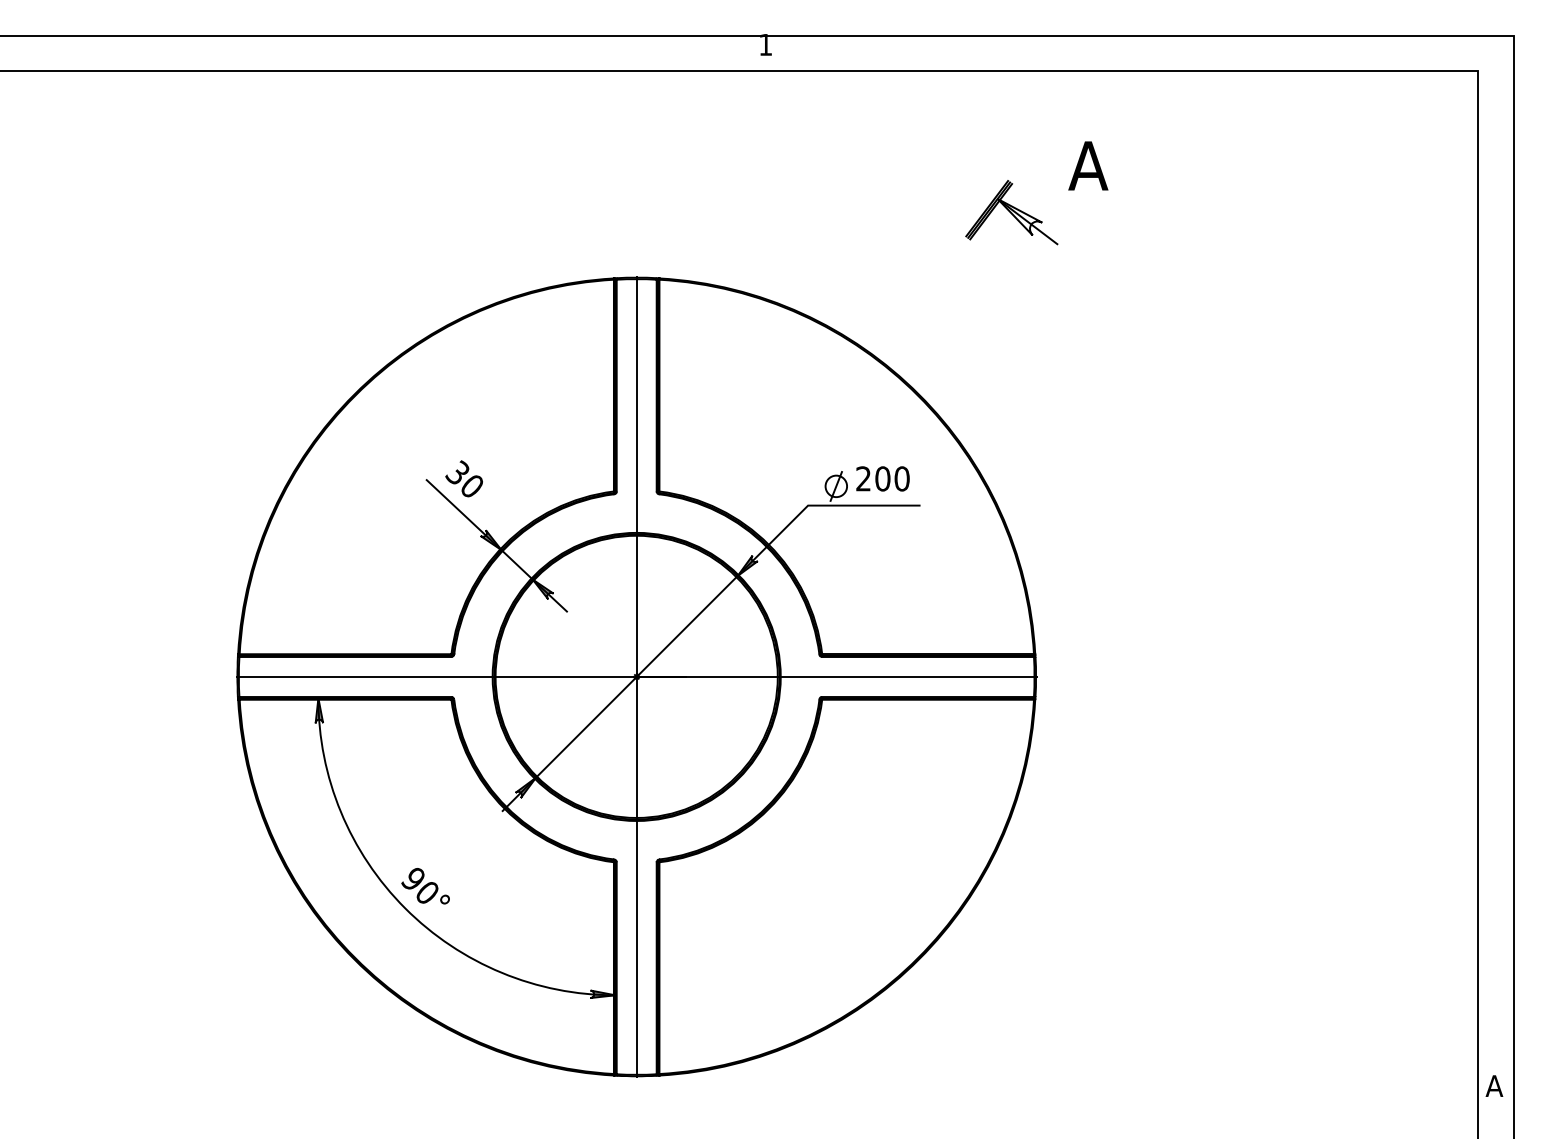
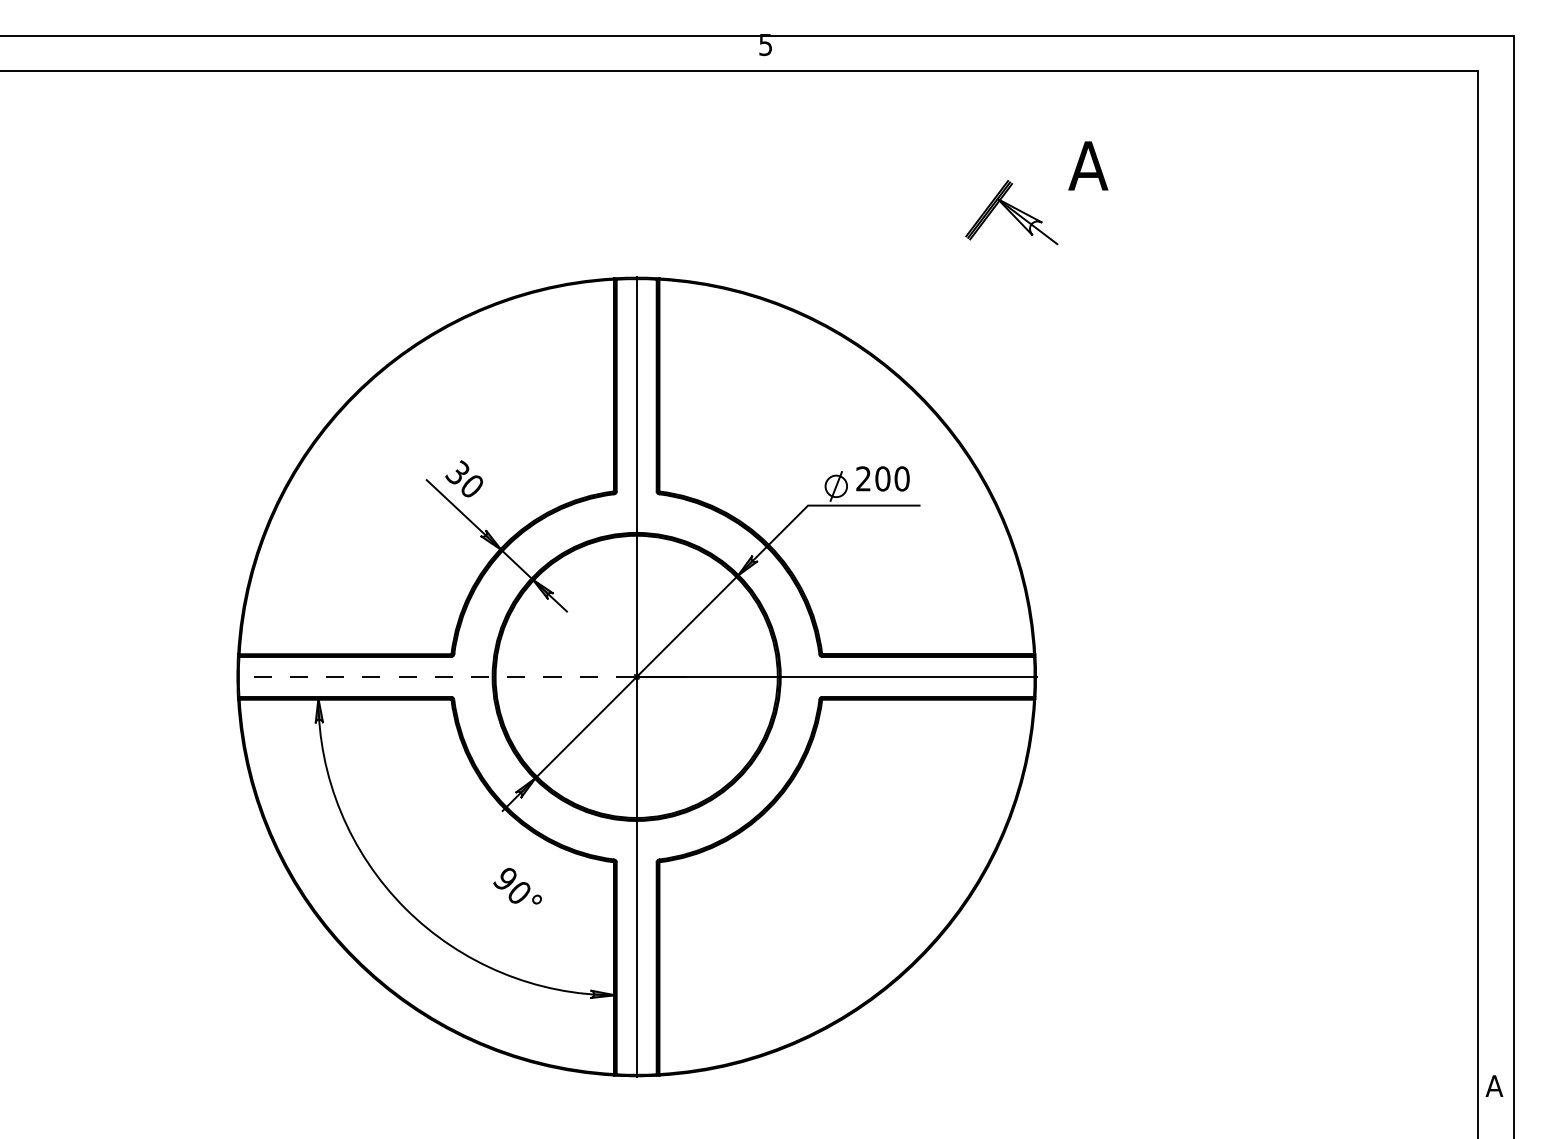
text at (765, 45): 1 -> 5
line at (435, 676): solid -> dashed
text at (425, 886) position: (425, 886) -> (517, 886)
